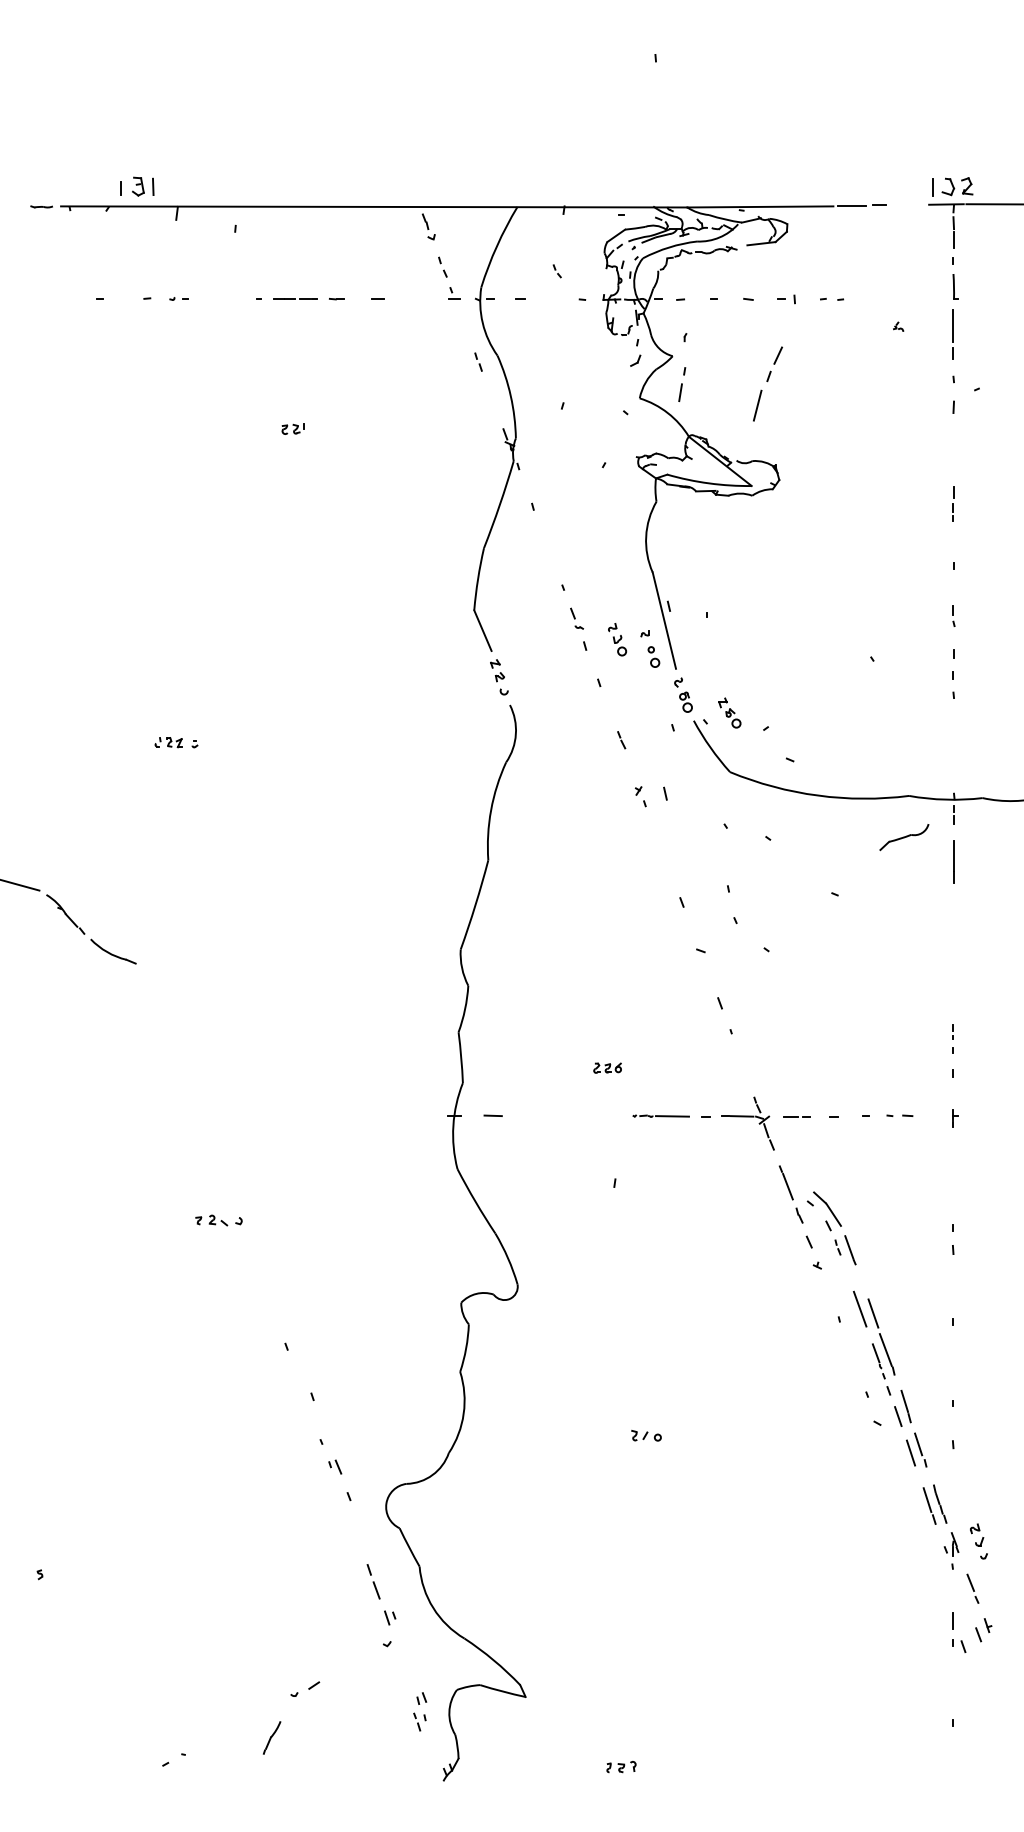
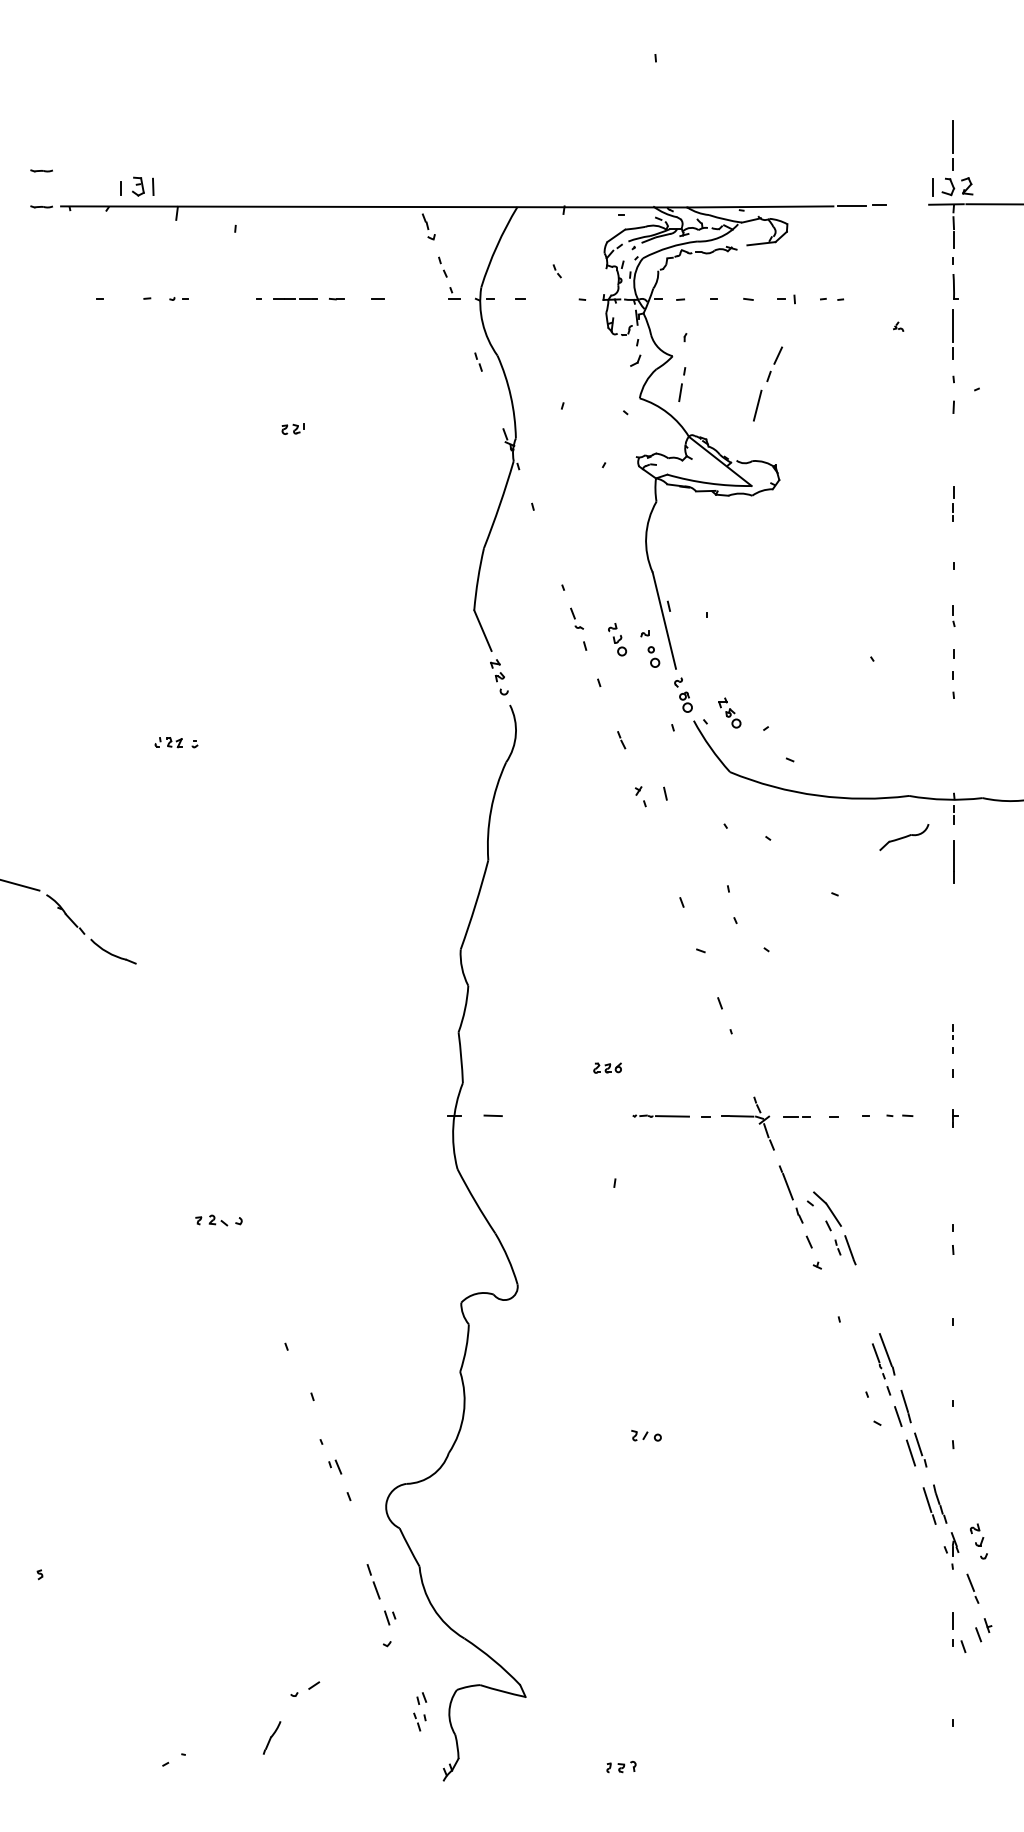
line at (952, 145): none -> present
line at (41, 170): none -> present
line at (859, 1308): present -> none
line at (873, 1313): present -> none
